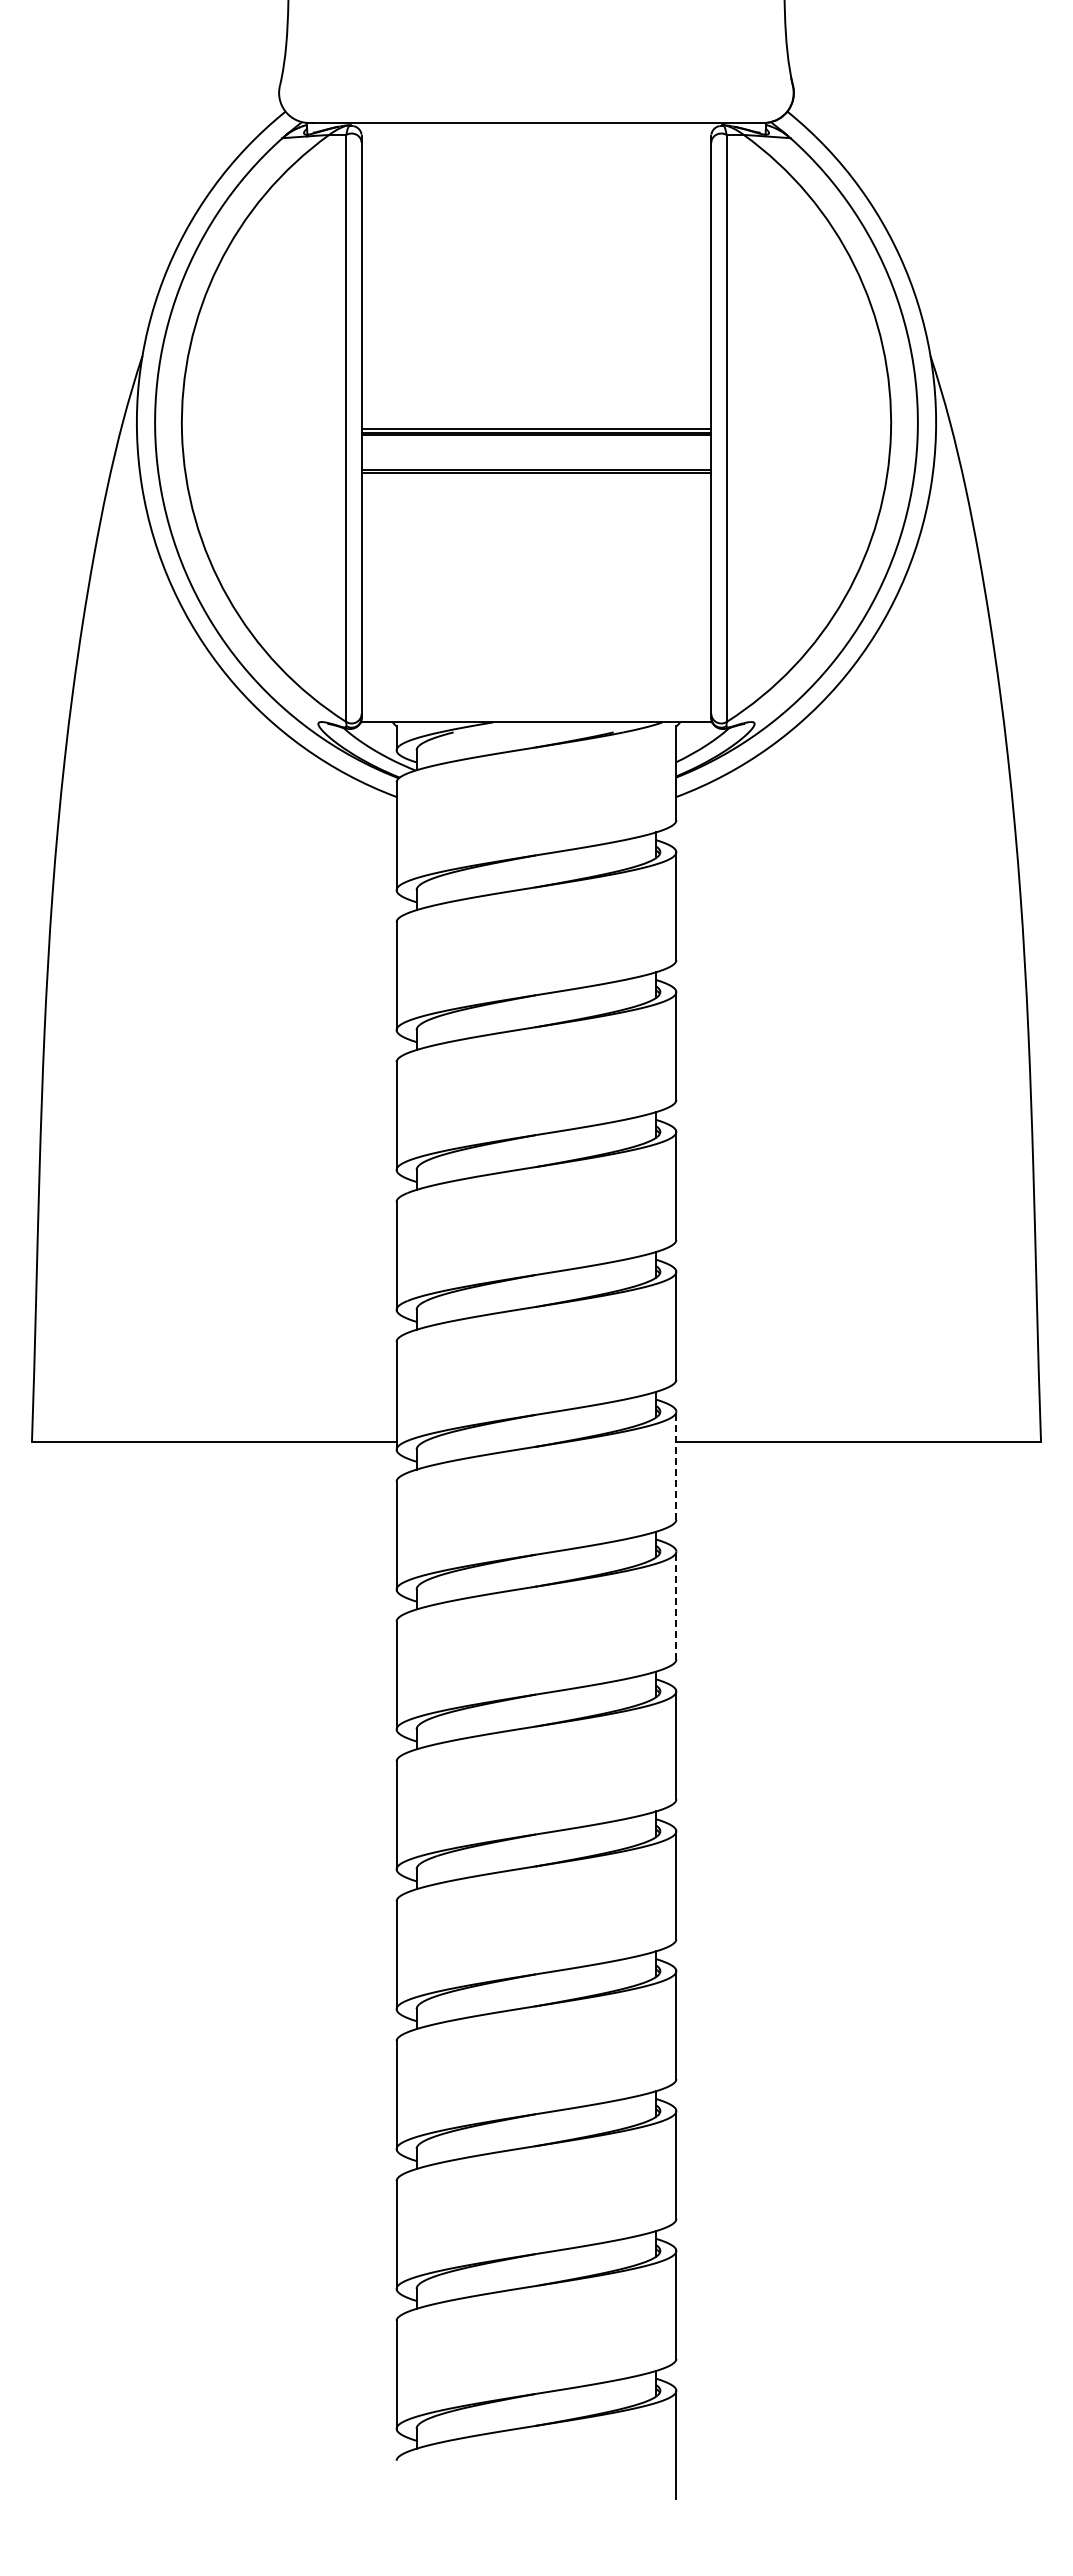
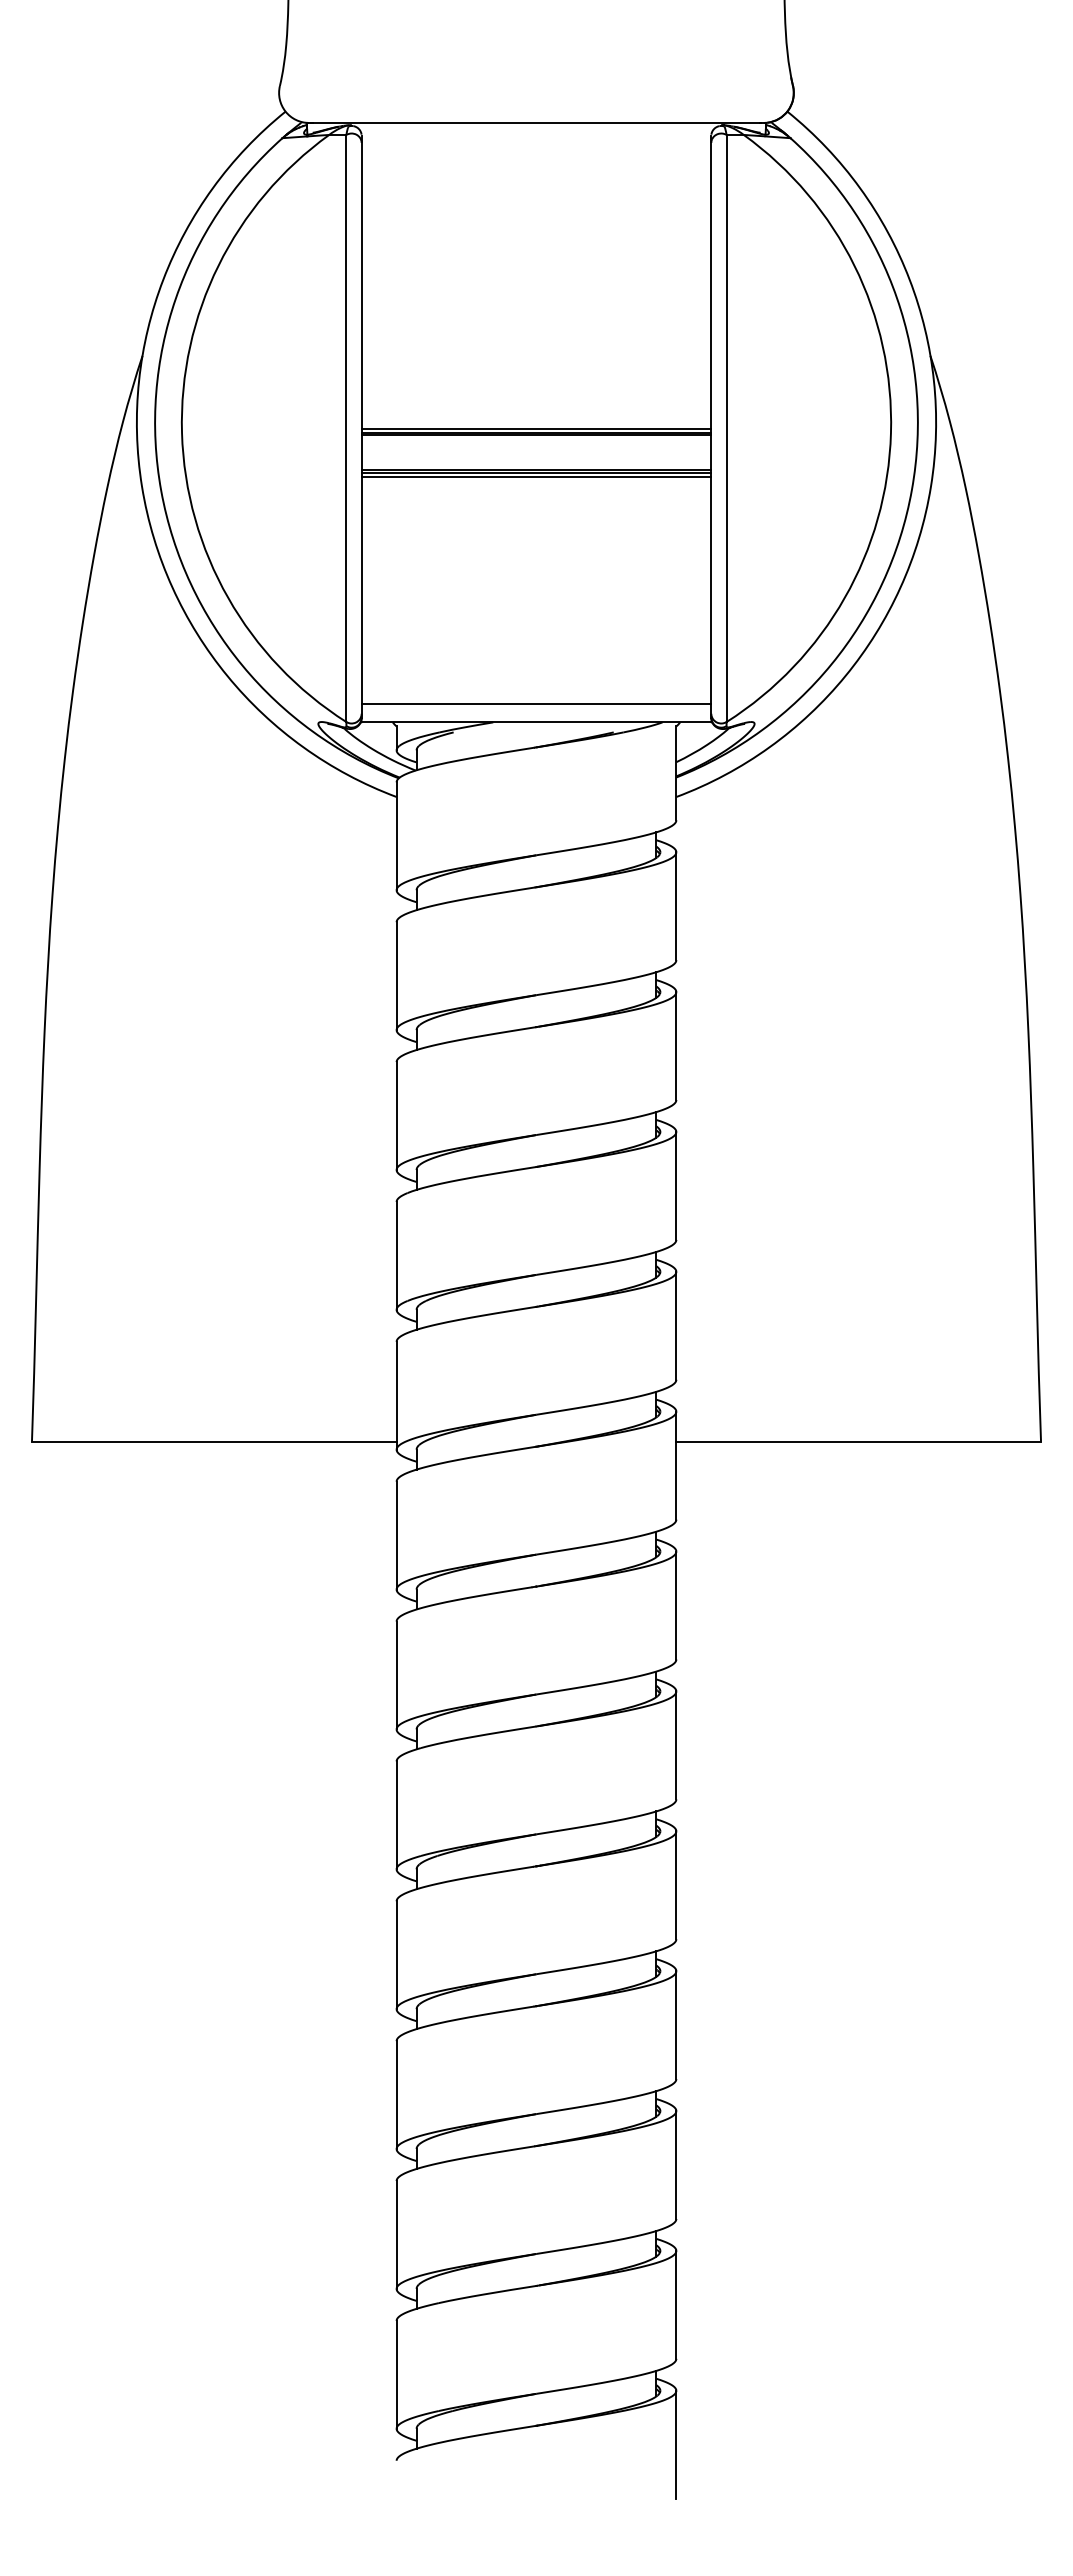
line at (536, 476): none -> present
line at (536, 703): none -> present
line at (676, 1465): dashed -> solid
line at (676, 1605): dashed -> solid
